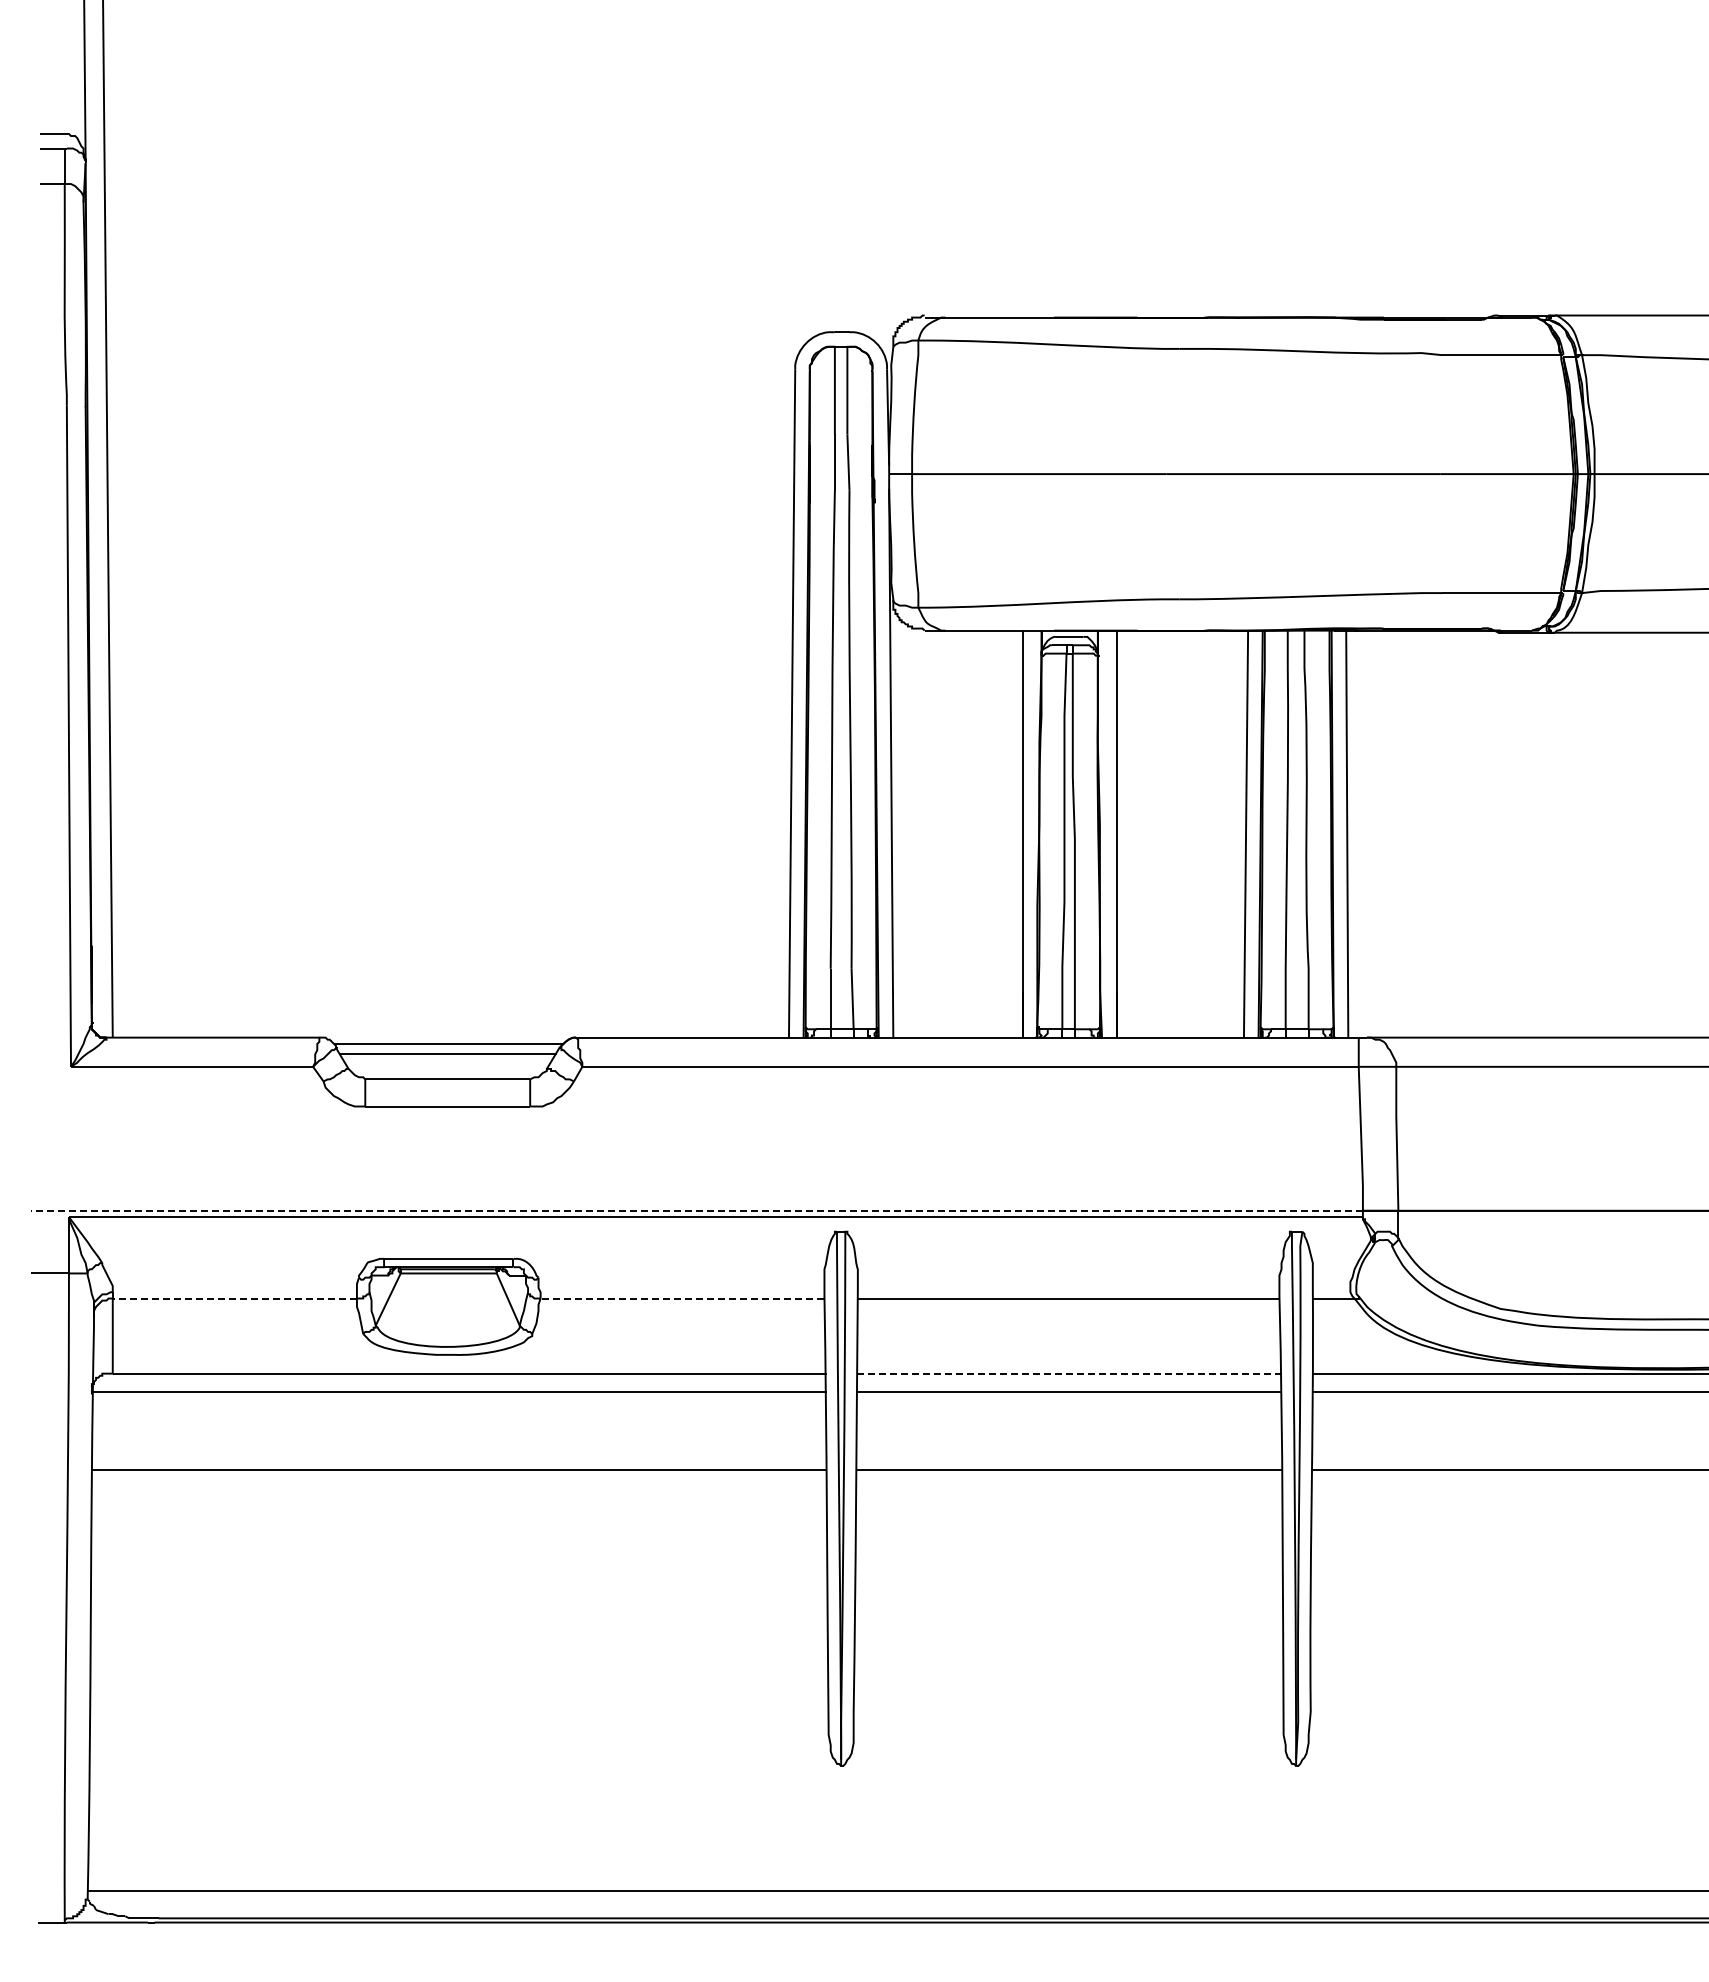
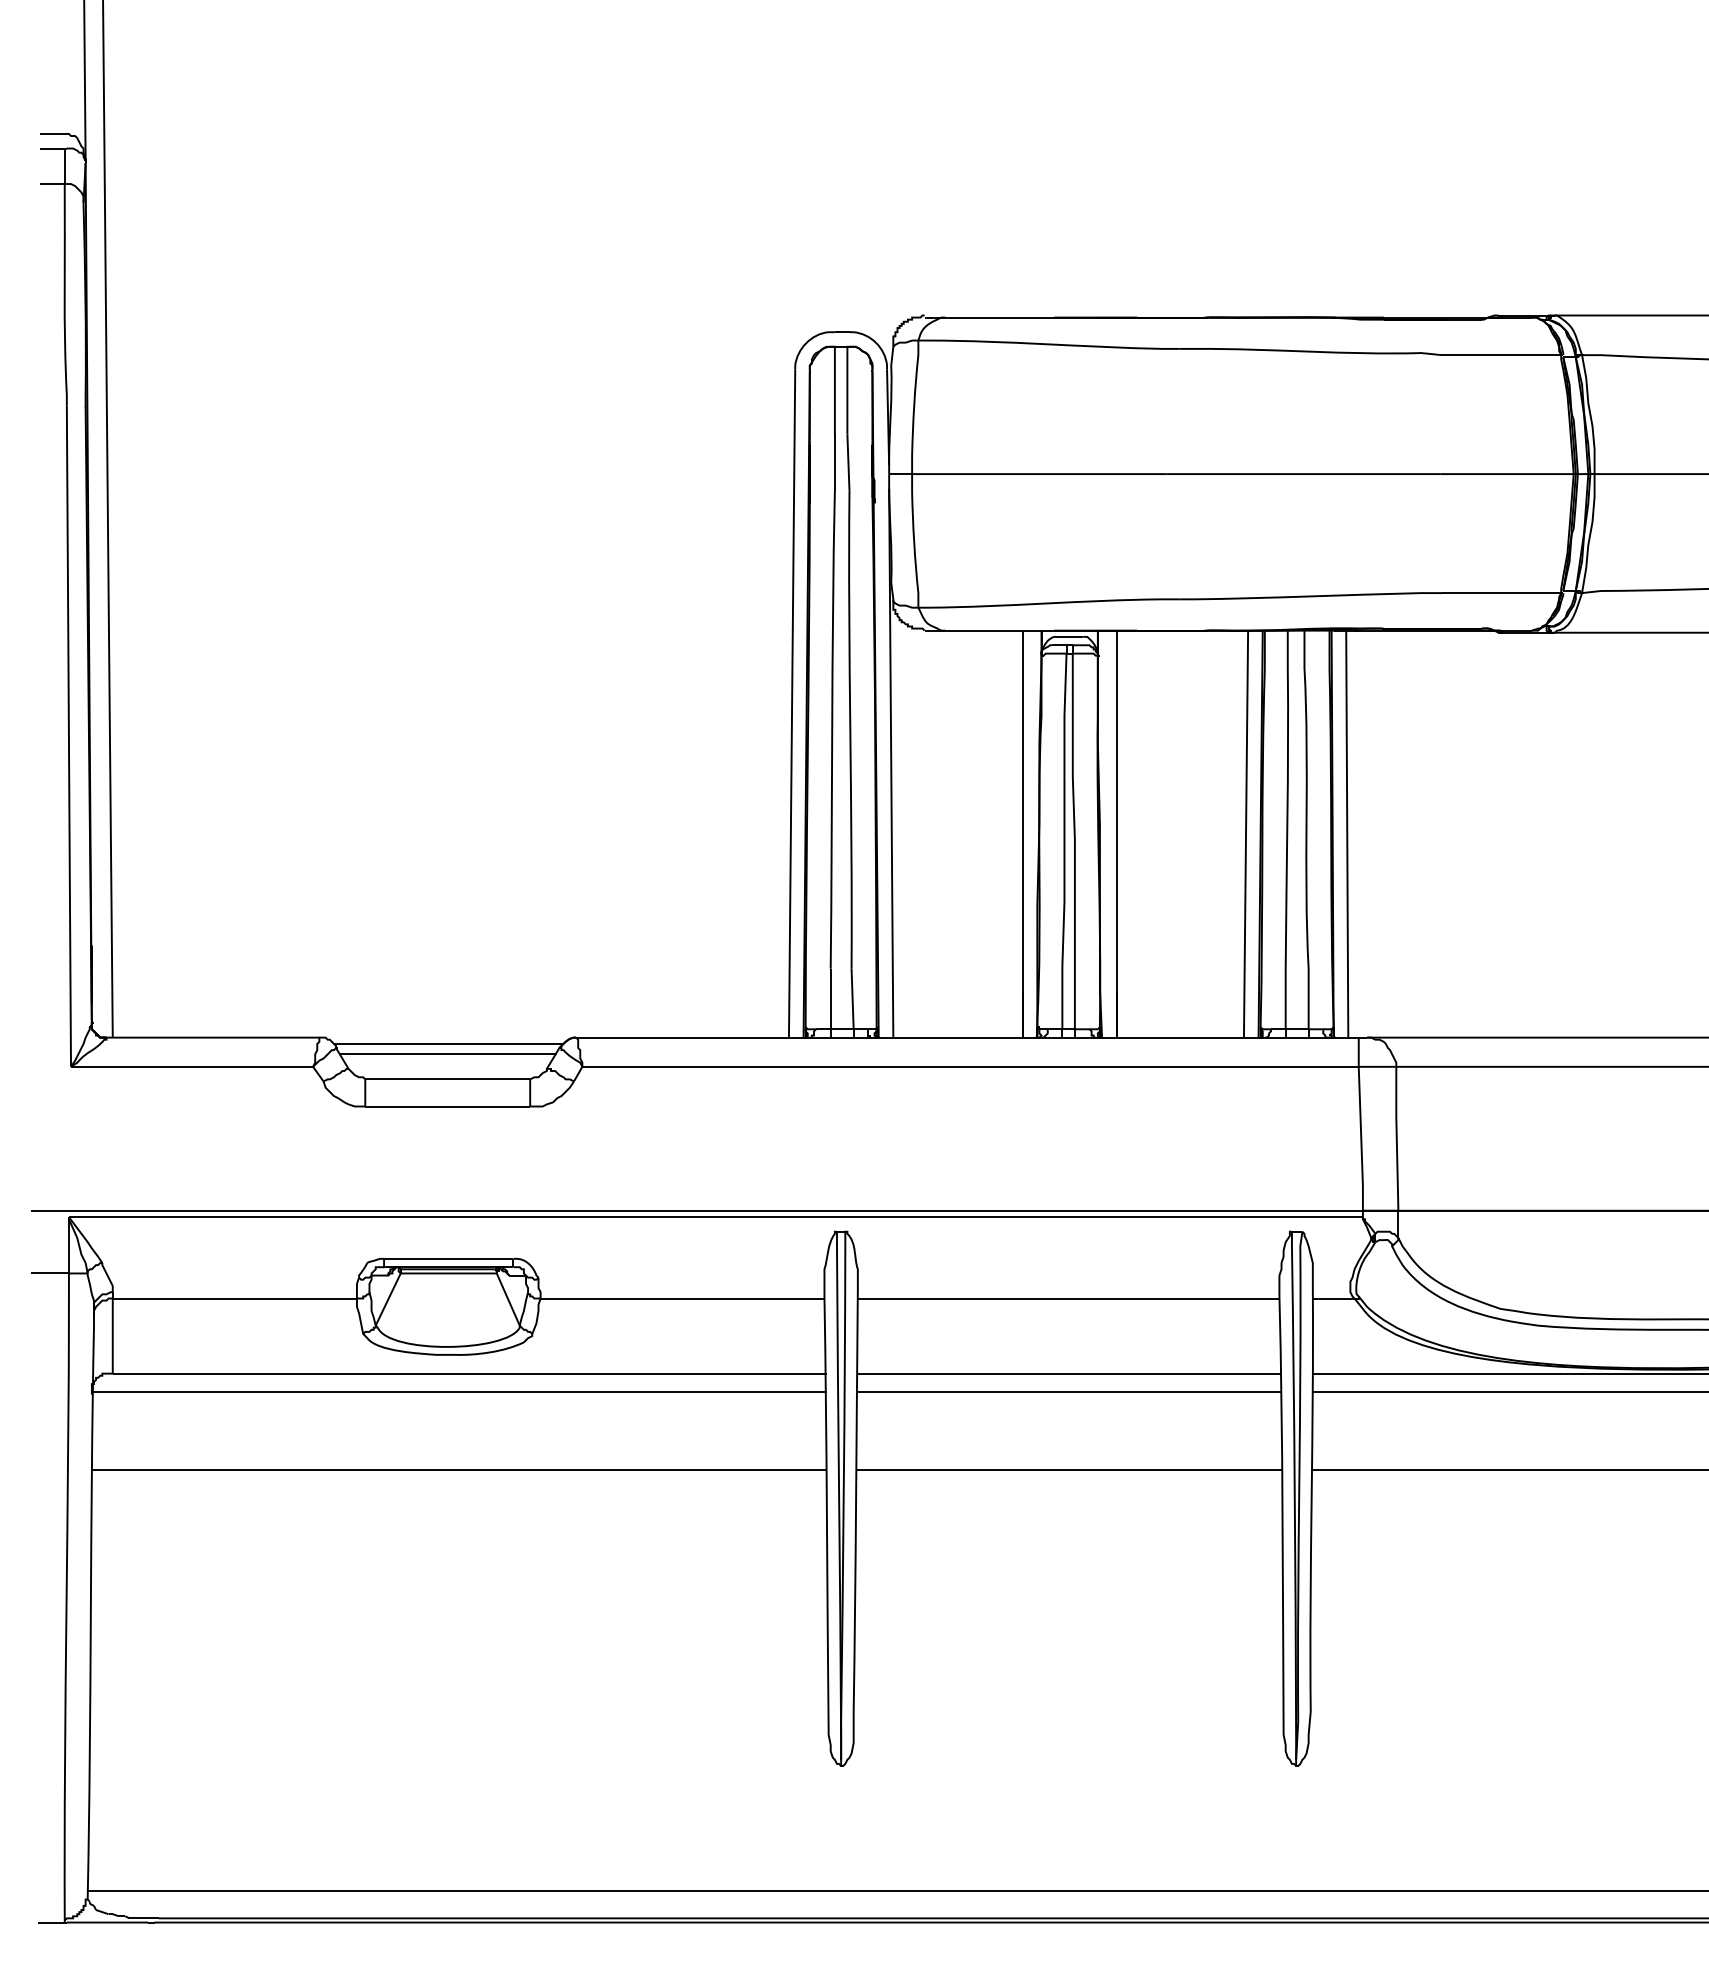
line at (697, 1210): dashed -> solid
line at (234, 1298): dashed -> solid
line at (682, 1298): dashed -> solid
line at (1069, 1373): dashed -> solid
